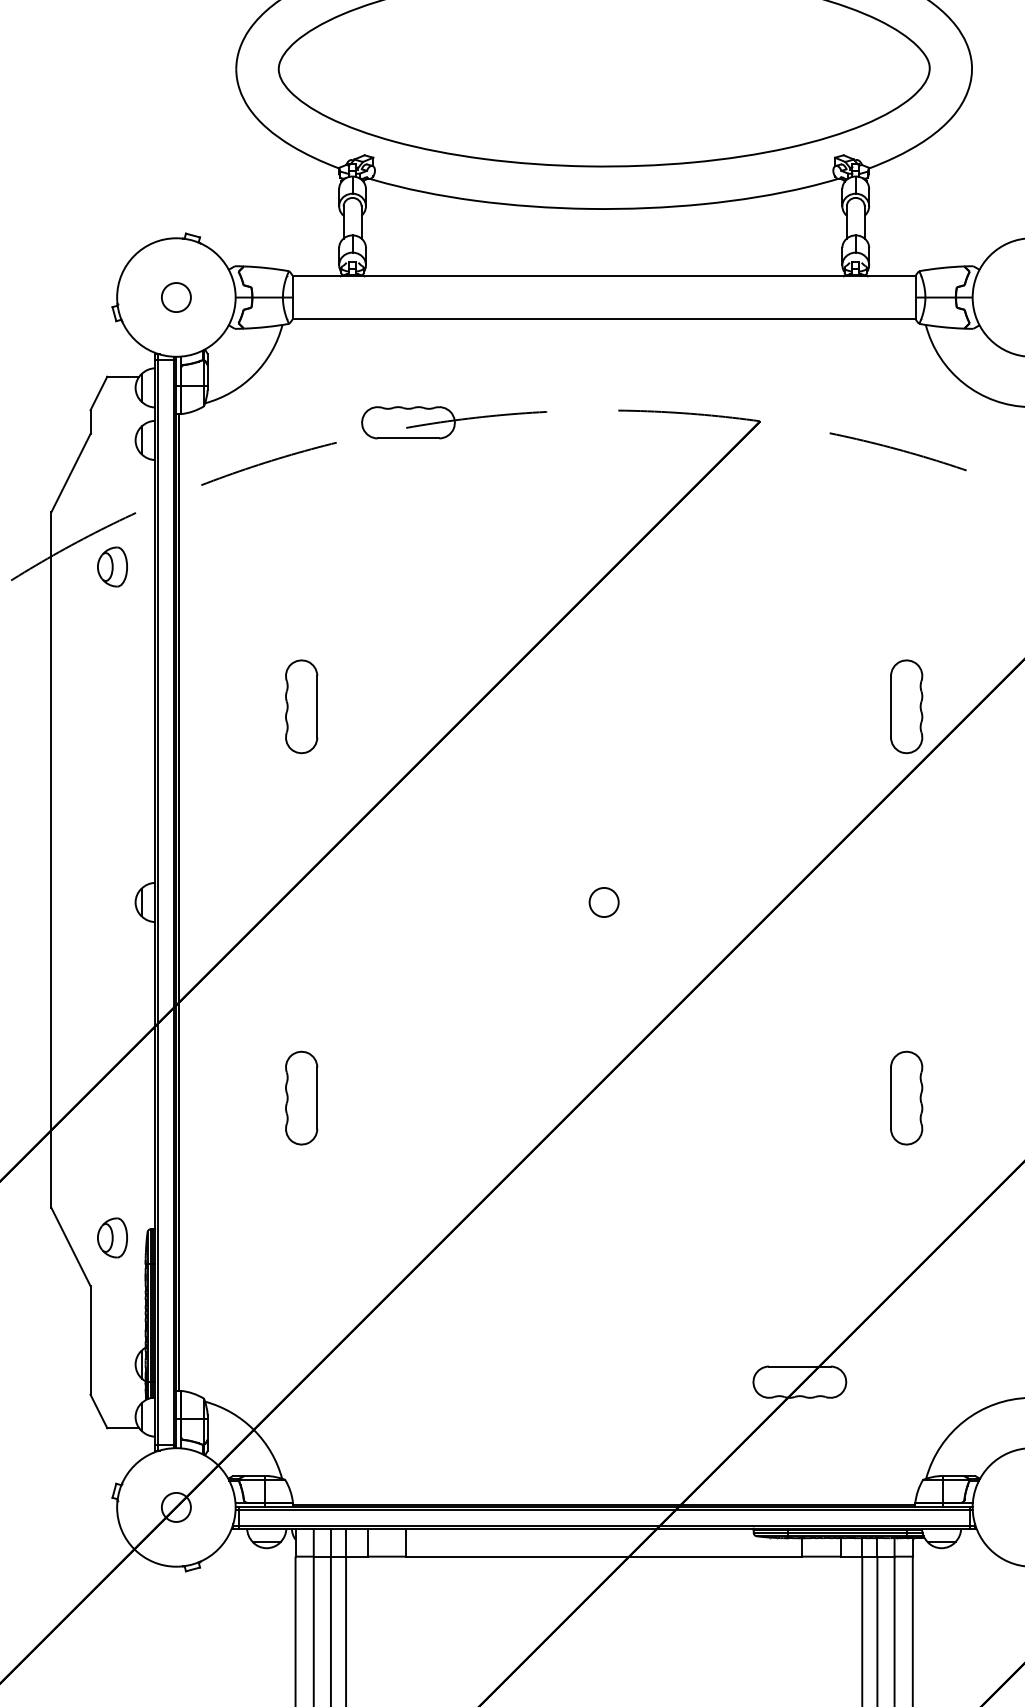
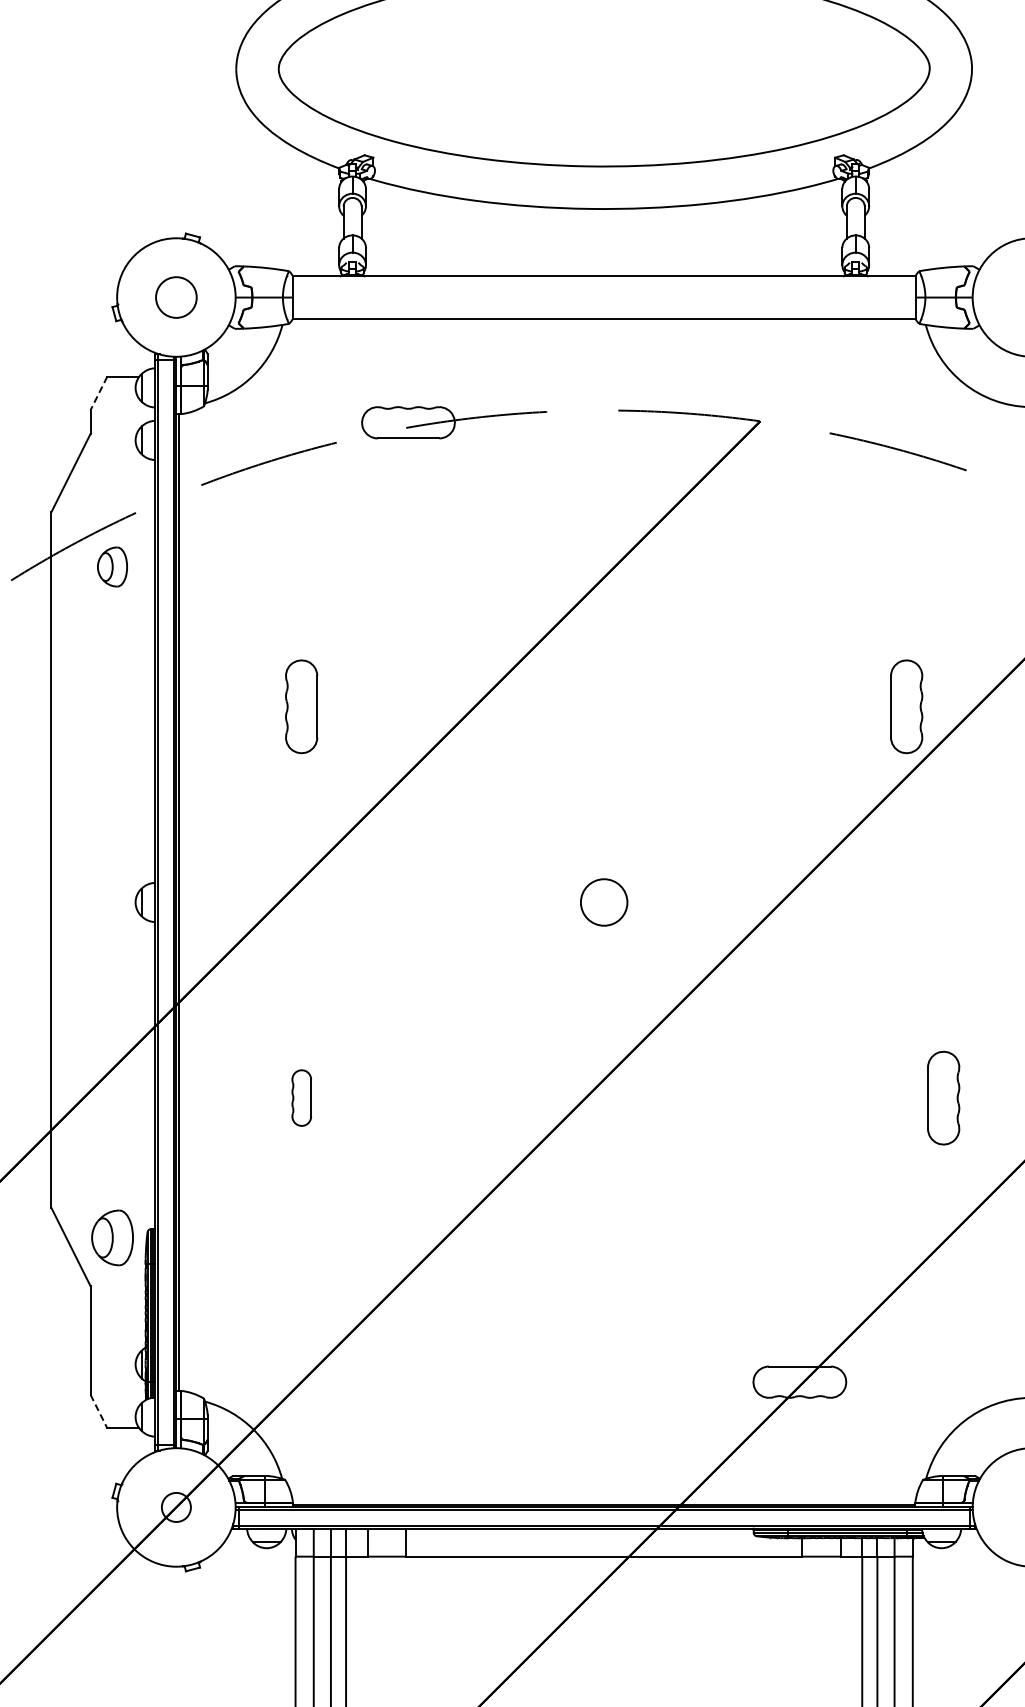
circle at (175, 297) diameter: 29 px -> 41 px
line at (98, 393): solid -> dashed
circle at (603, 902) diameter: 29 px -> 47 px
part at (301, 1097) size: 34x96 px -> 21x58 px
part at (906, 1097) position: (906, 1097) -> (943, 1097)
part at (112, 1237) size: 31x42 px -> 43x58 px
line at (98, 1411): solid -> dashed
